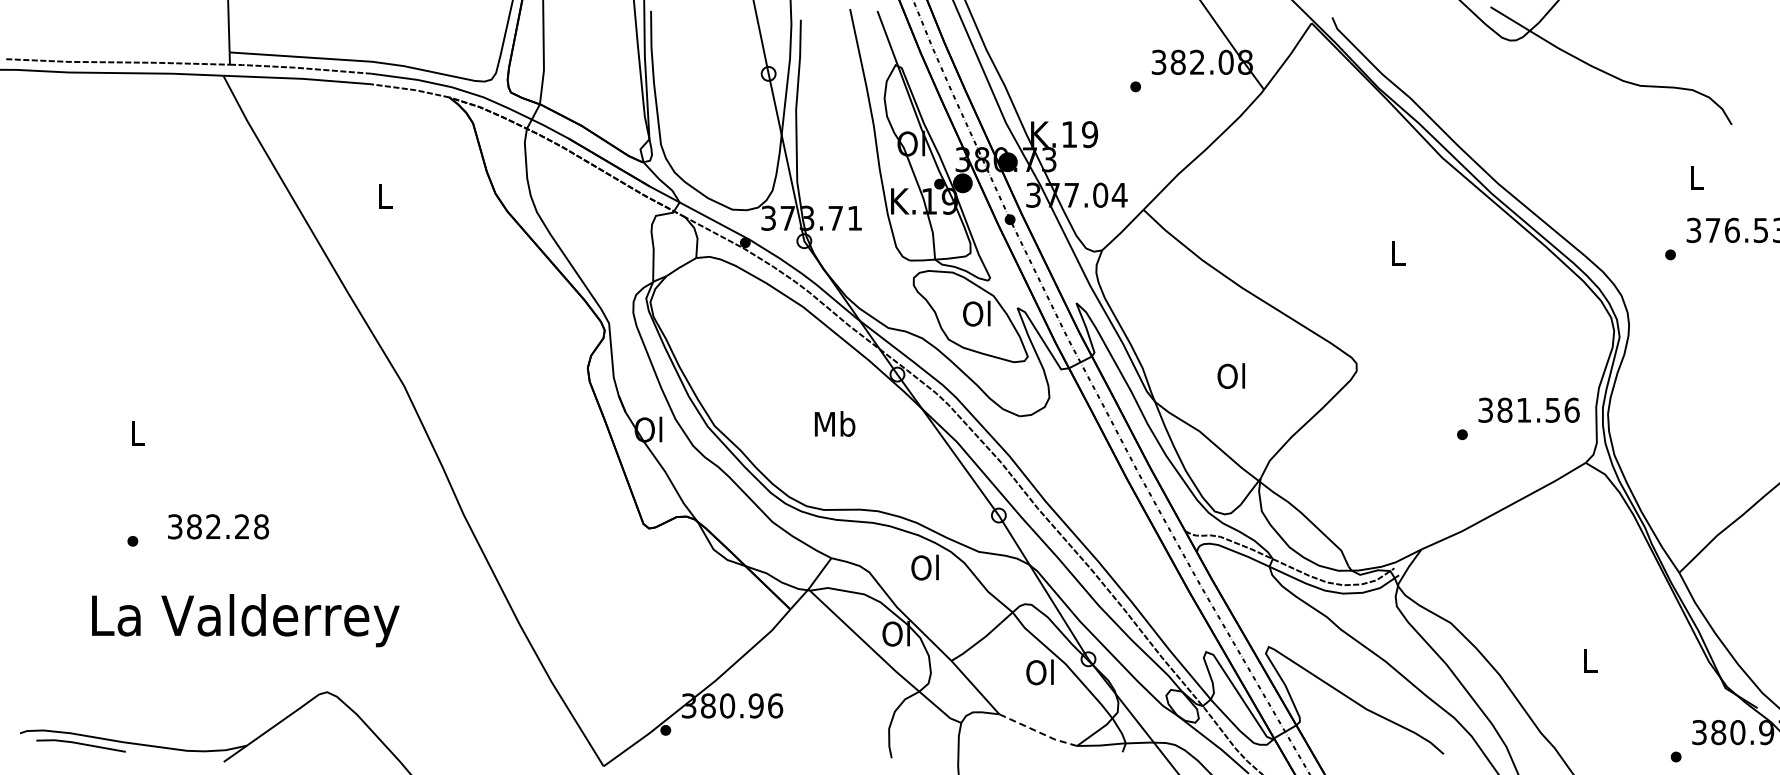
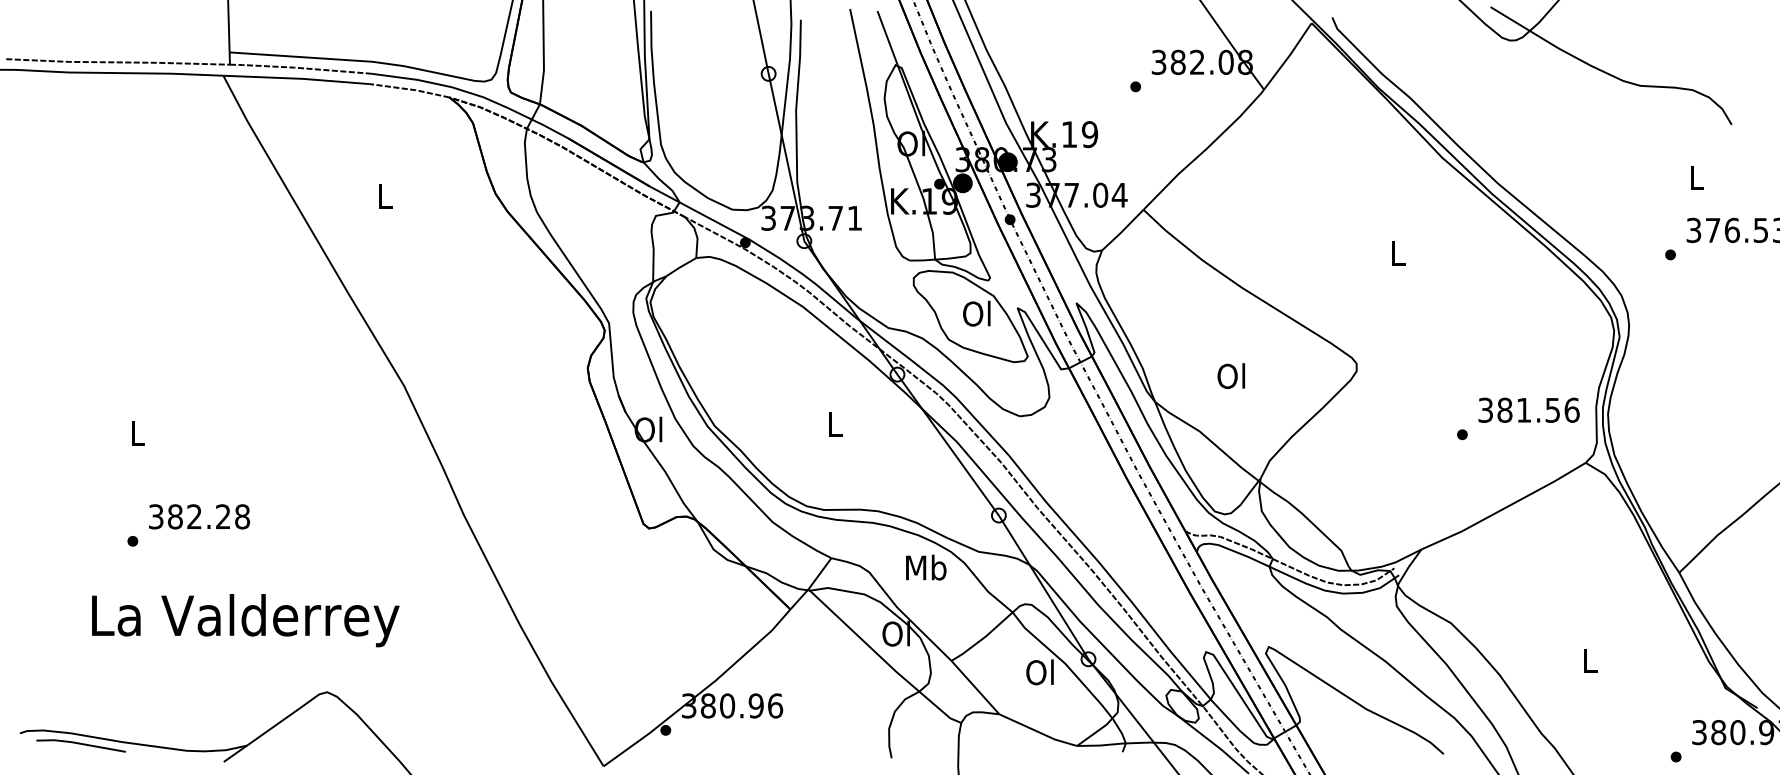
text at (834, 423): Mb -> L
text at (218, 526) position: (218, 526) -> (199, 516)
text at (926, 567): Ol -> Mb
line at (1038, 731): dashed -> solid
